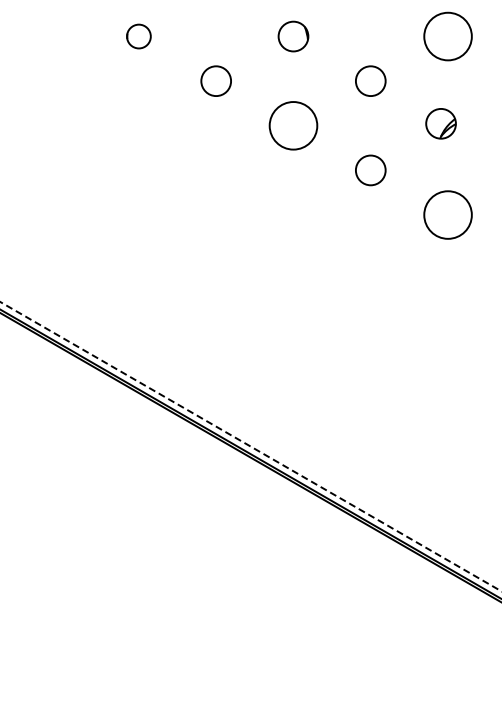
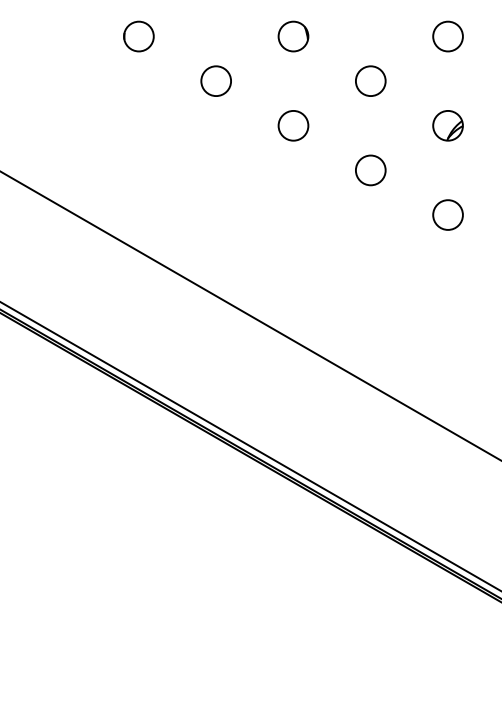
part at (138, 36) size: 26x27 px -> 32x33 px
circle at (447, 36) diameter: 48 px -> 30 px
part at (440, 123) position: (440, 123) -> (447, 125)
circle at (293, 125) diameter: 48 px -> 30 px
circle at (447, 214) diameter: 48 px -> 30 px
line at (250, 315): none -> present
line at (250, 446): dashed -> solid
